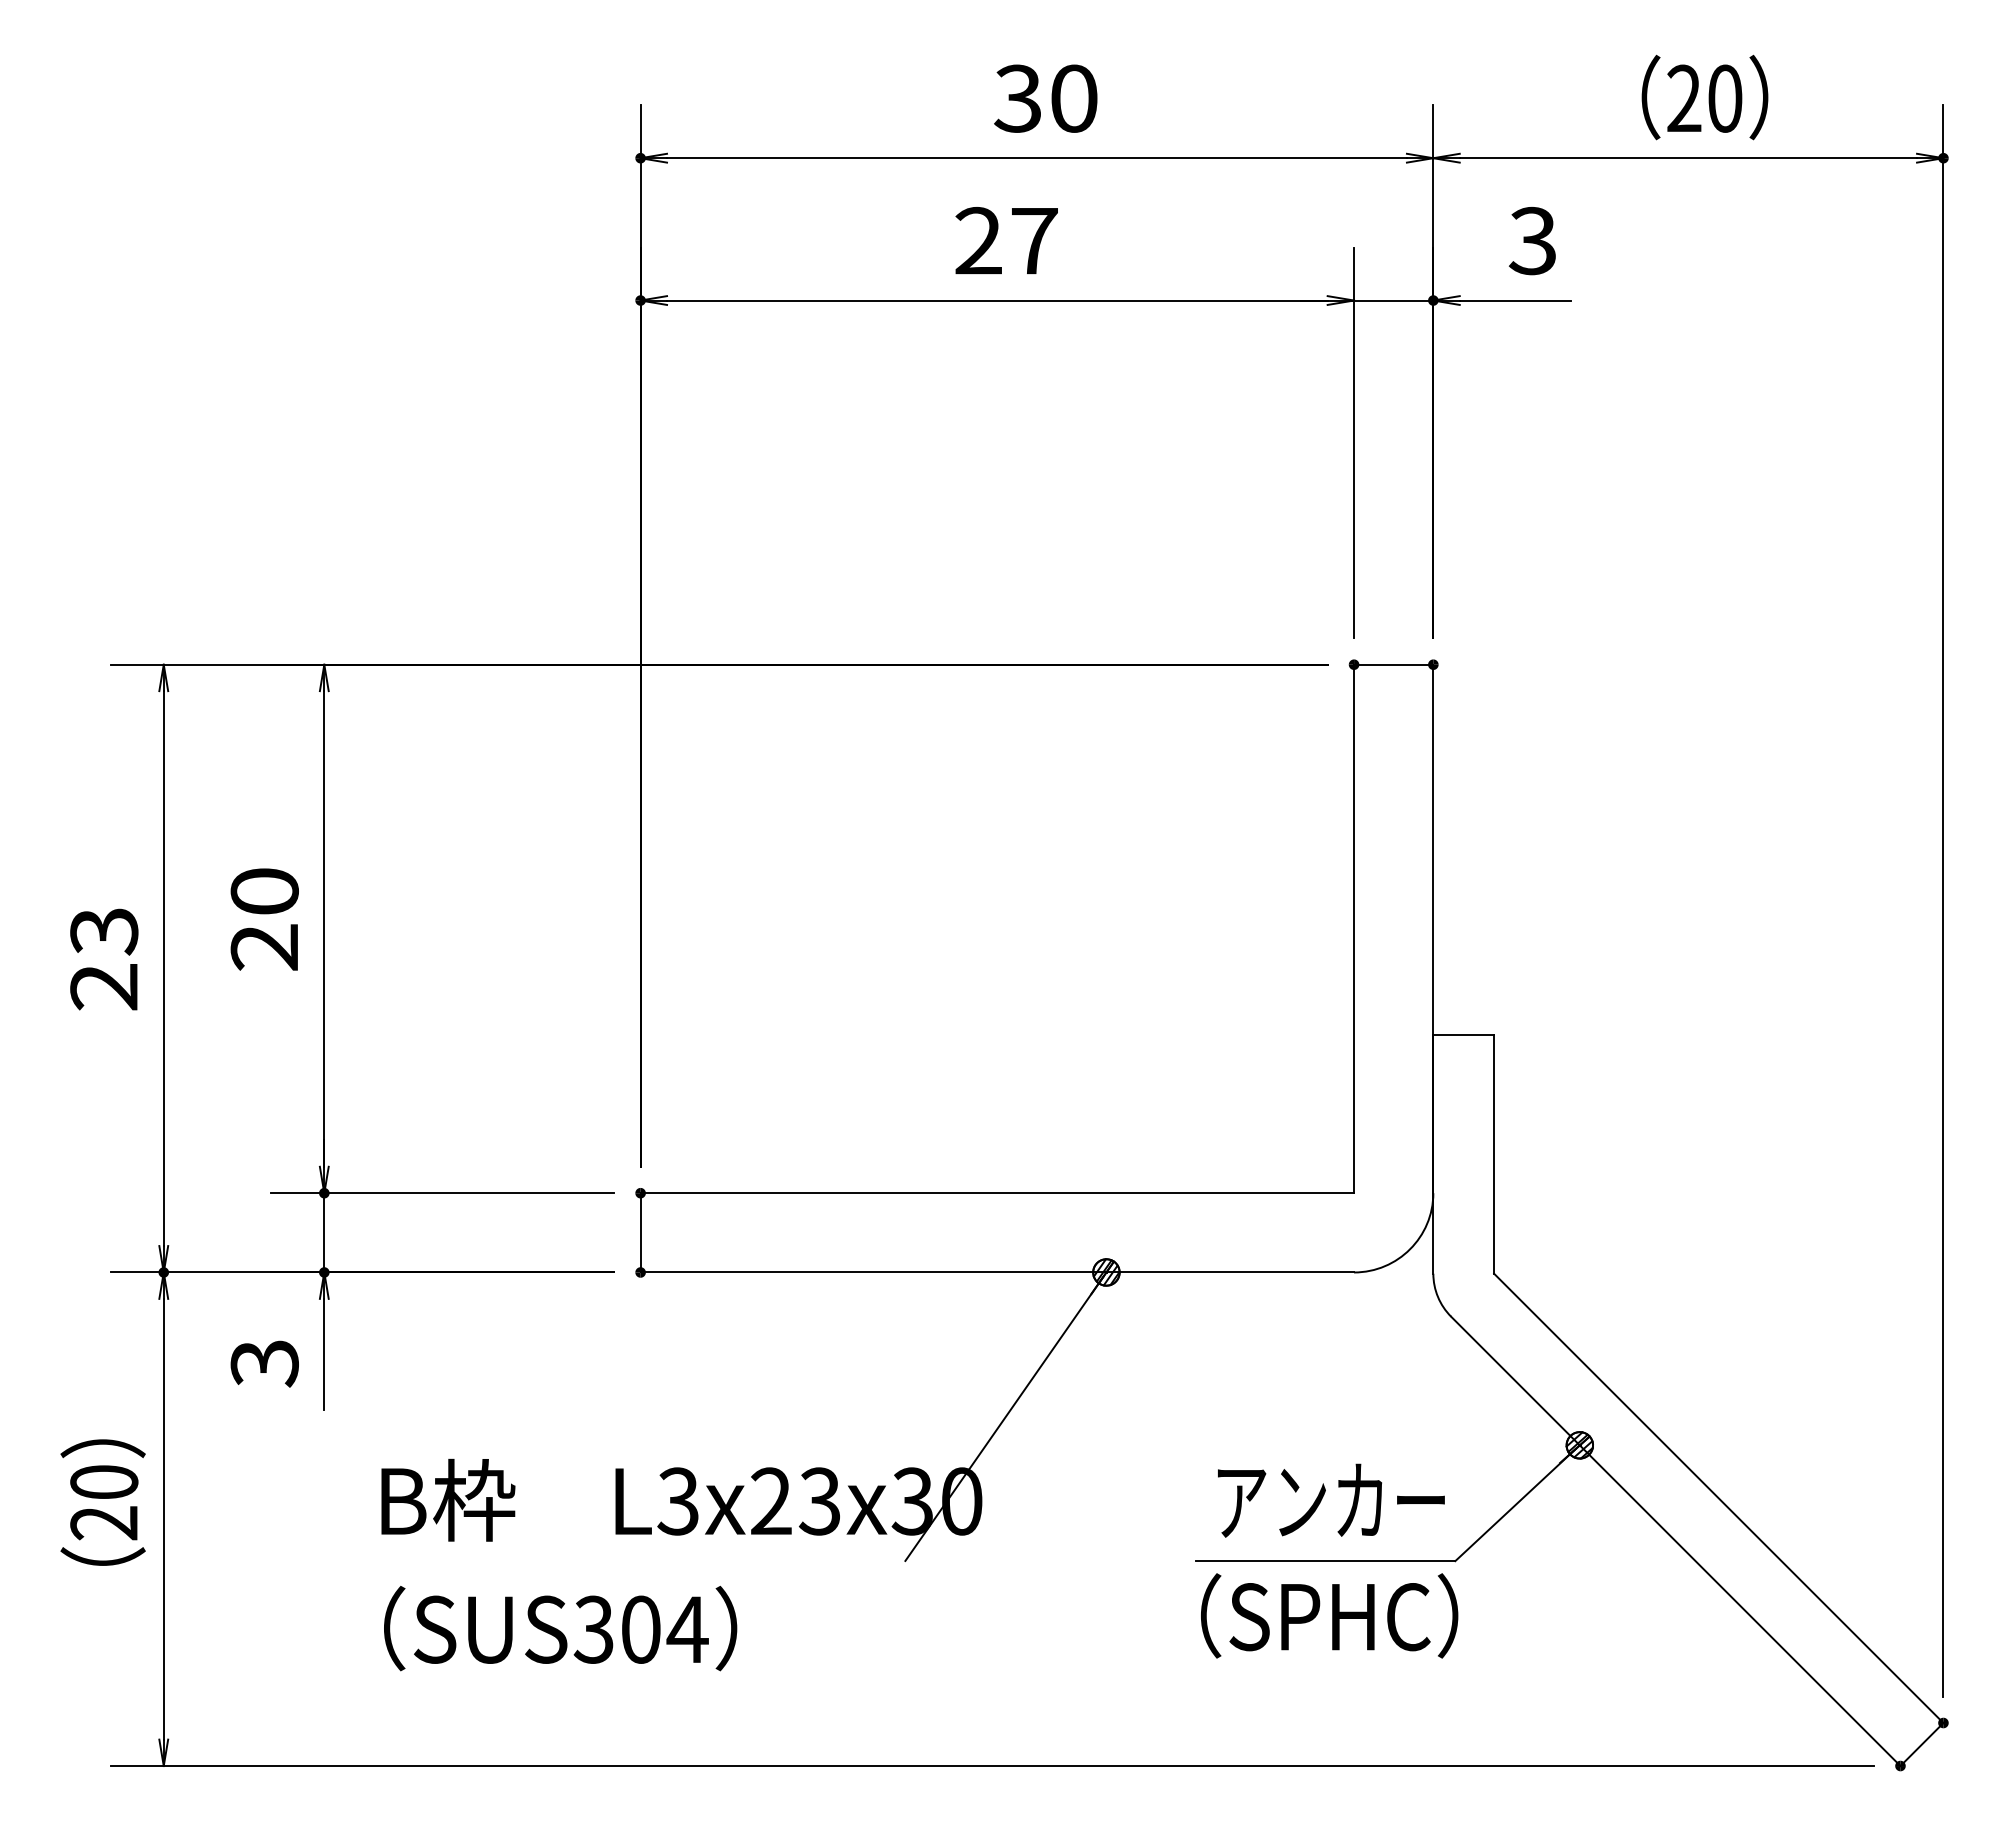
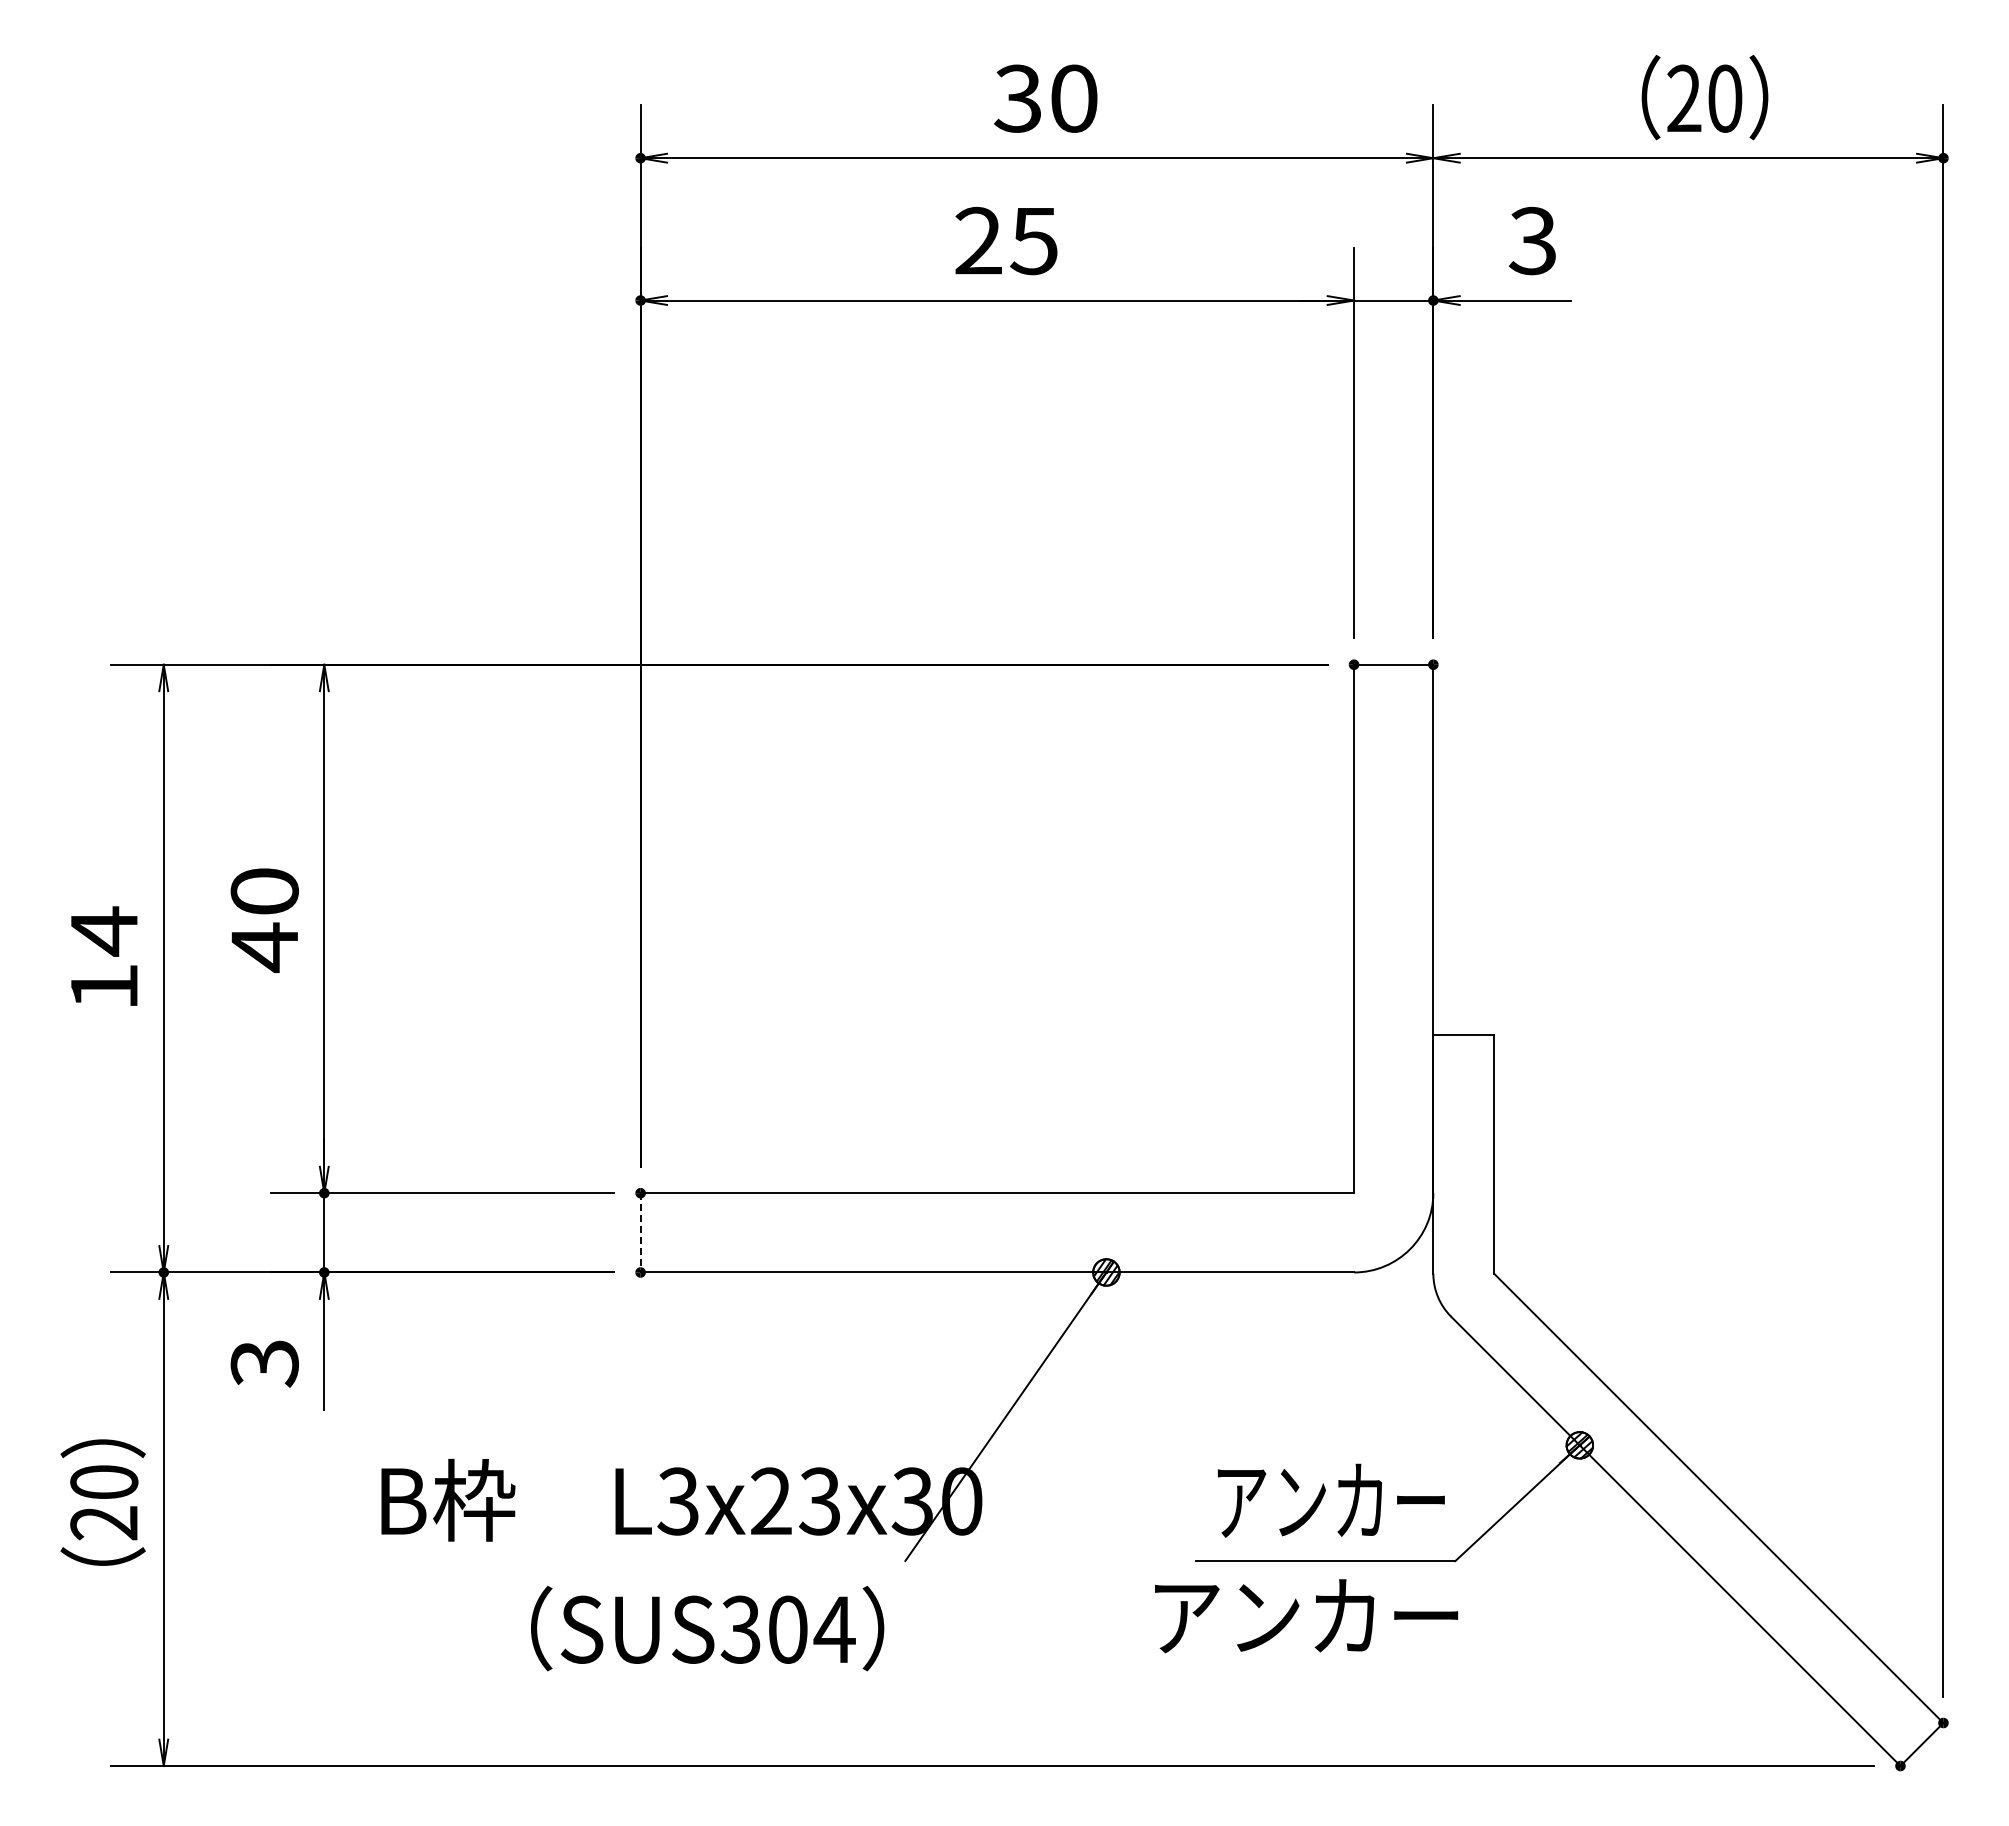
text at (1033, 241): 27 -> 25
text at (263, 947): 20 -> 40
text at (104, 958): 23 -> 14
line at (640, 1232): solid -> dashed
text at (1306, 1615): （SPHC） -> アンカー
text at (560, 1628) position: (560, 1628) -> (707, 1628)
